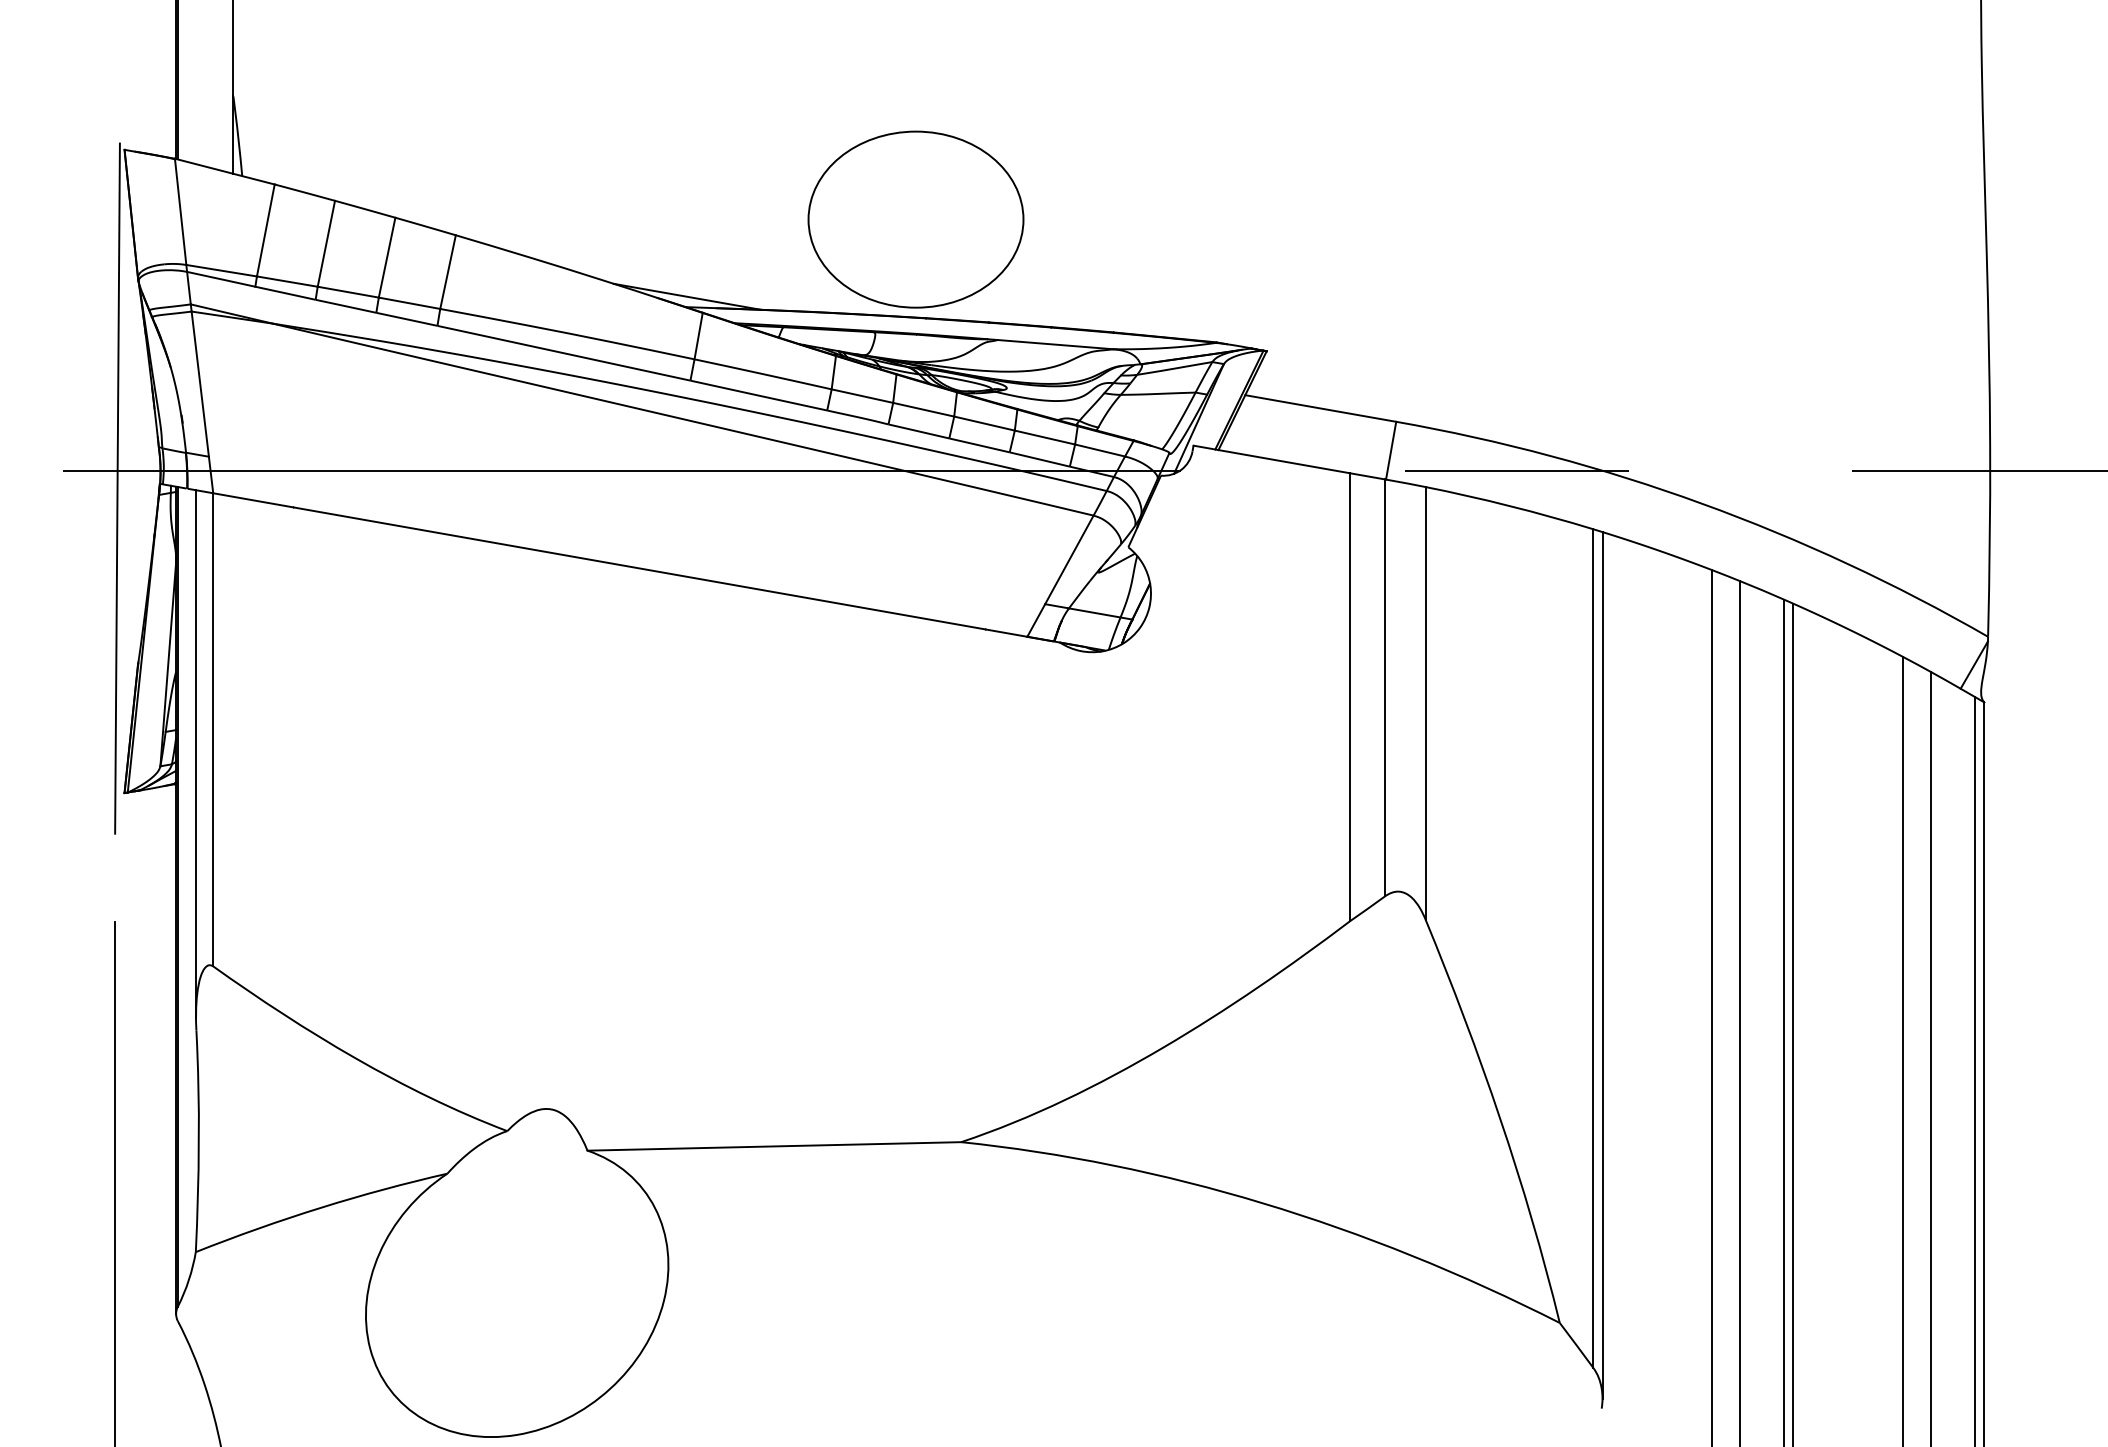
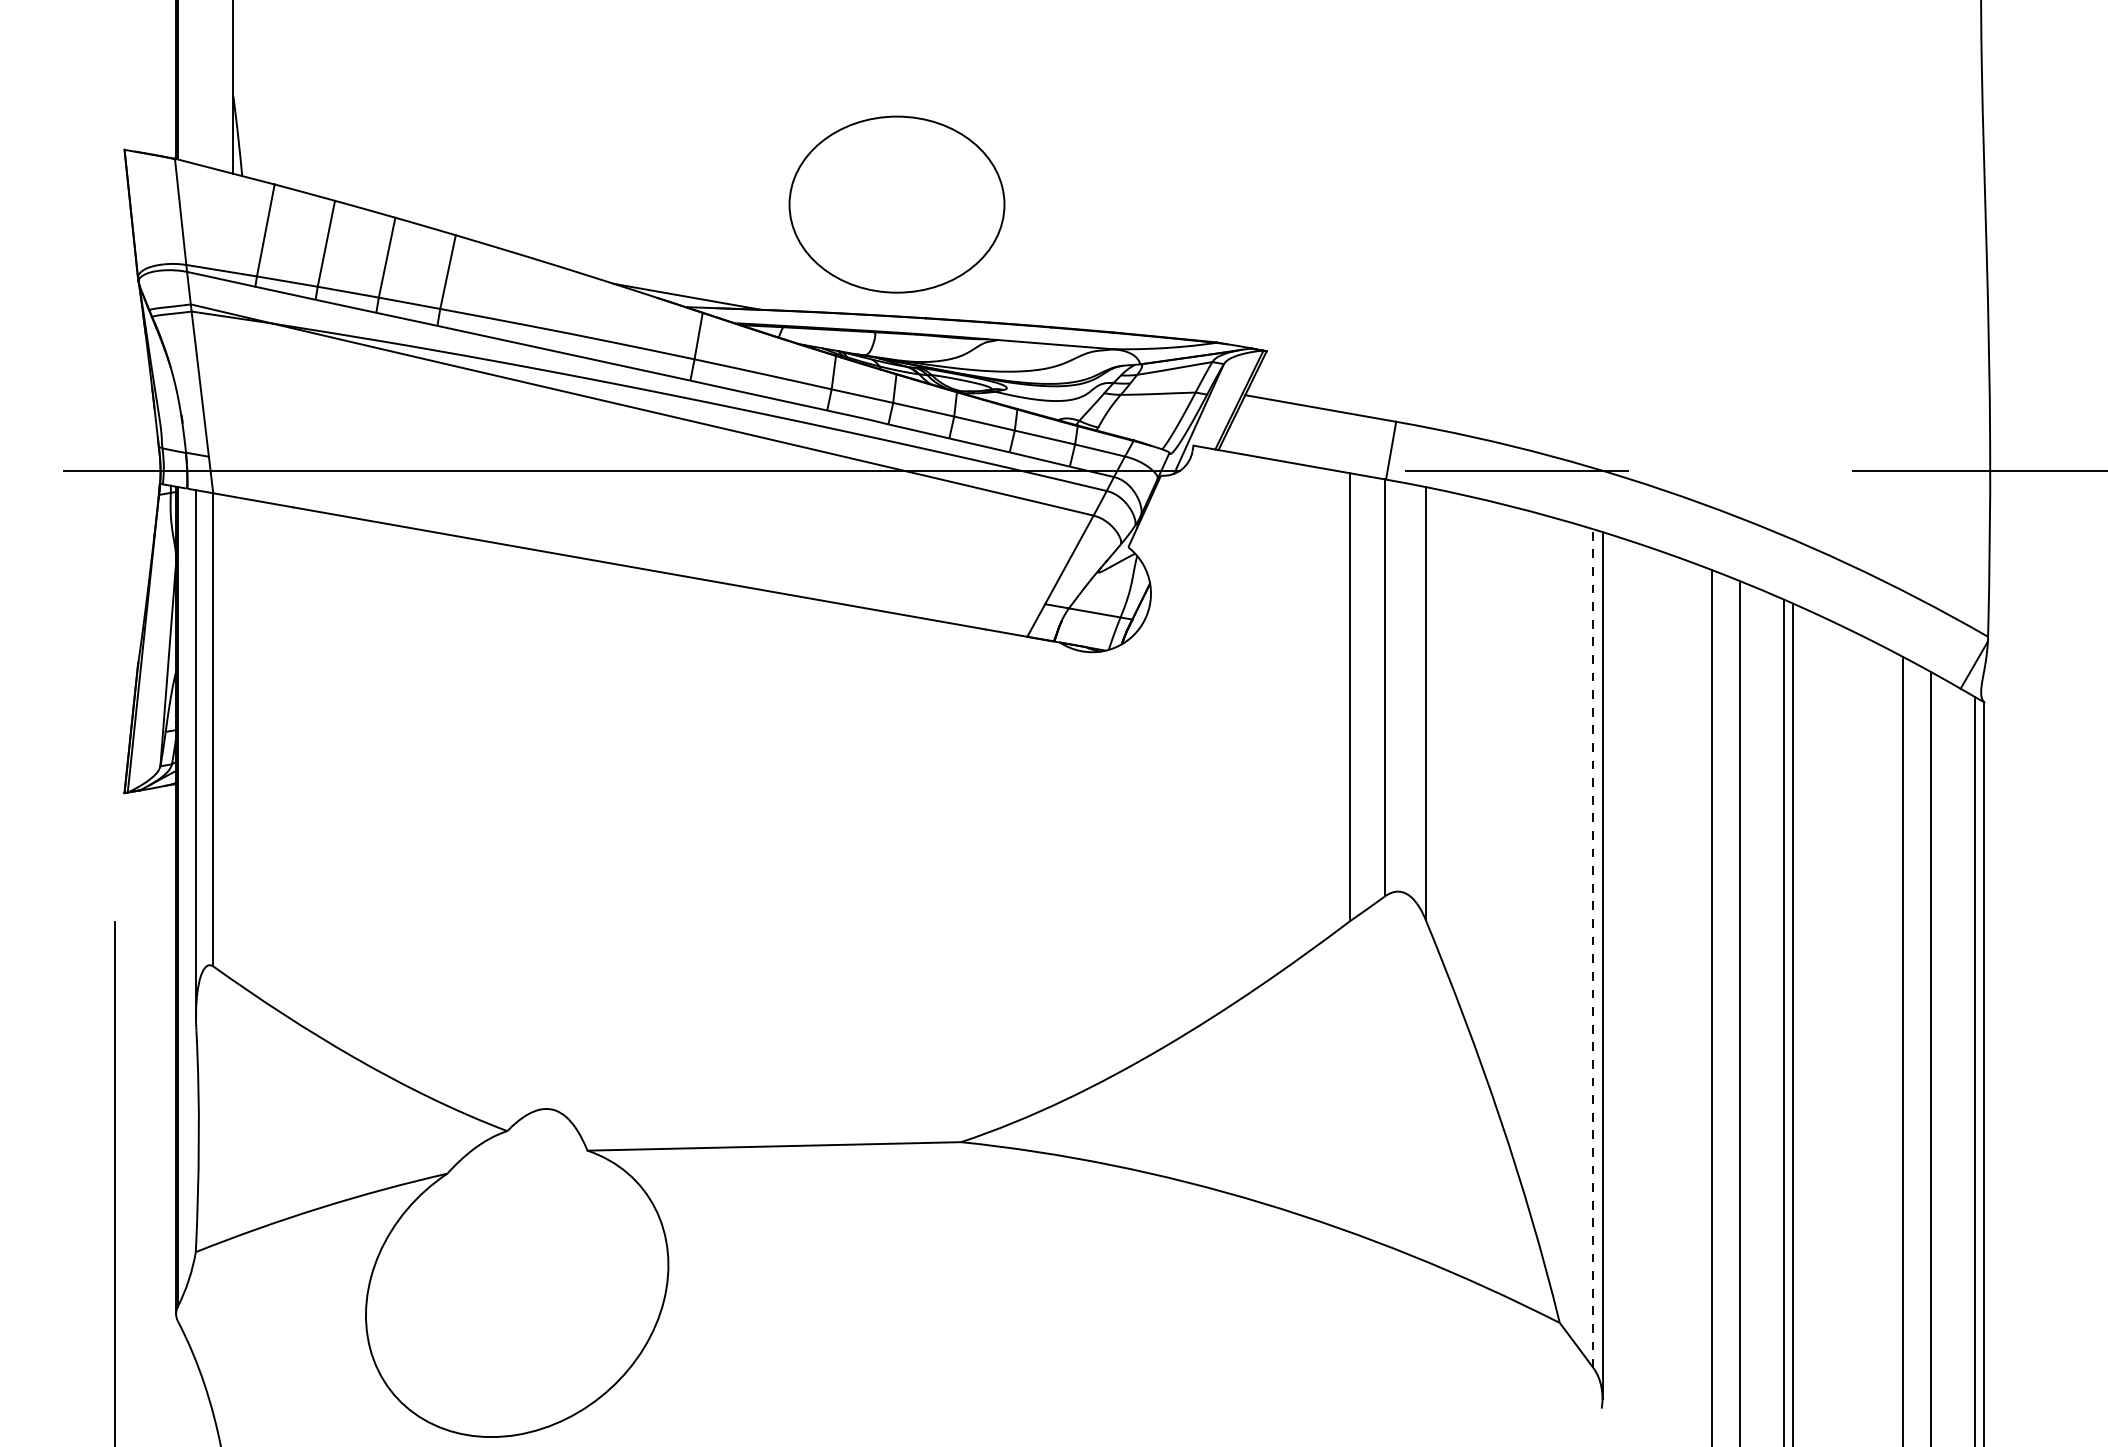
part at (915, 219) position: (915, 219) -> (896, 204)
line at (117, 488): present -> none
line at (1593, 948): solid -> dashed
